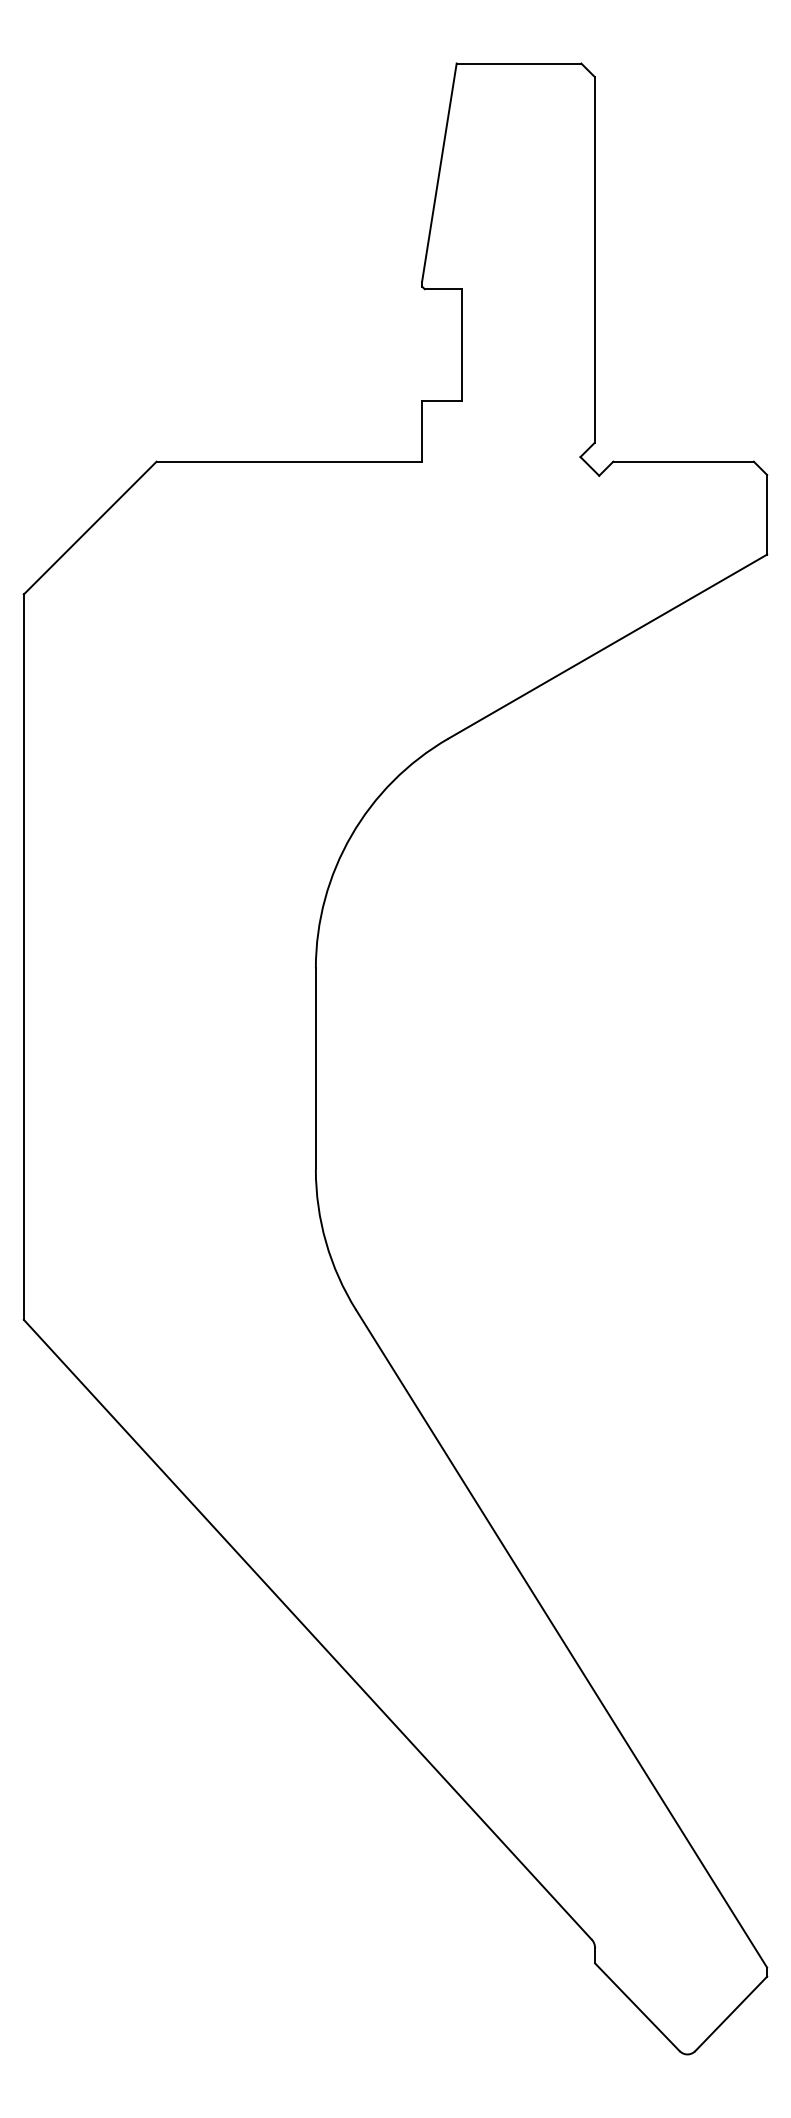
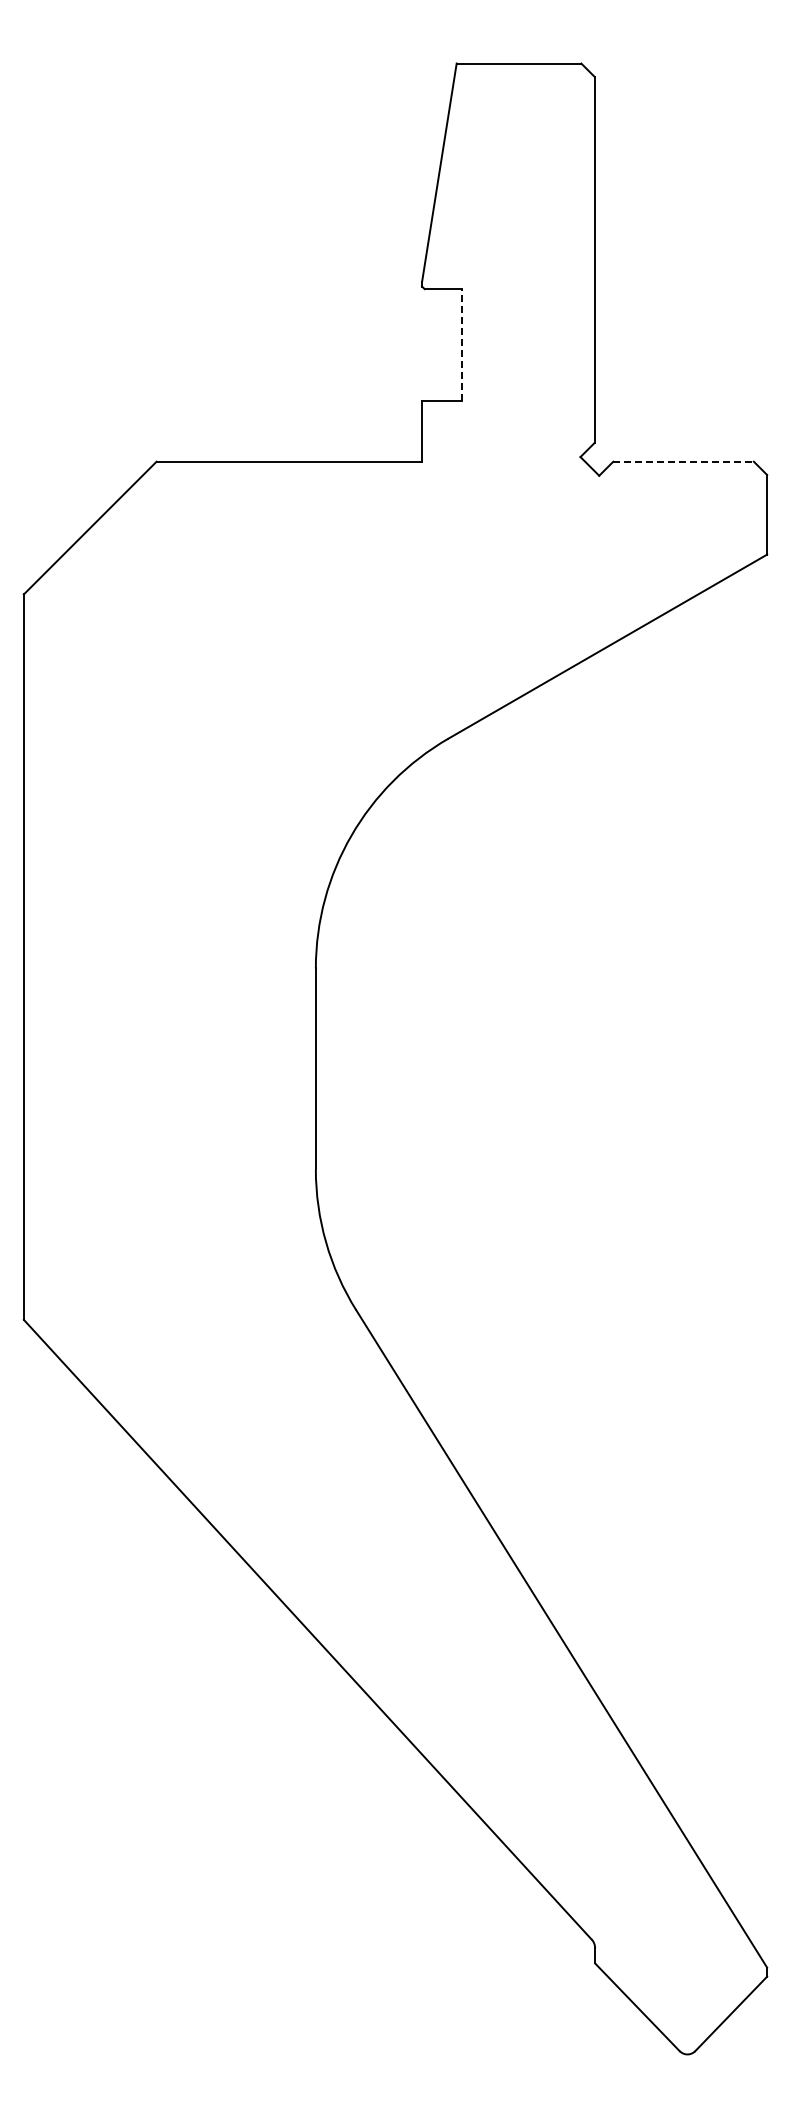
line at (461, 344): solid -> dashed
line at (684, 461): solid -> dashed
